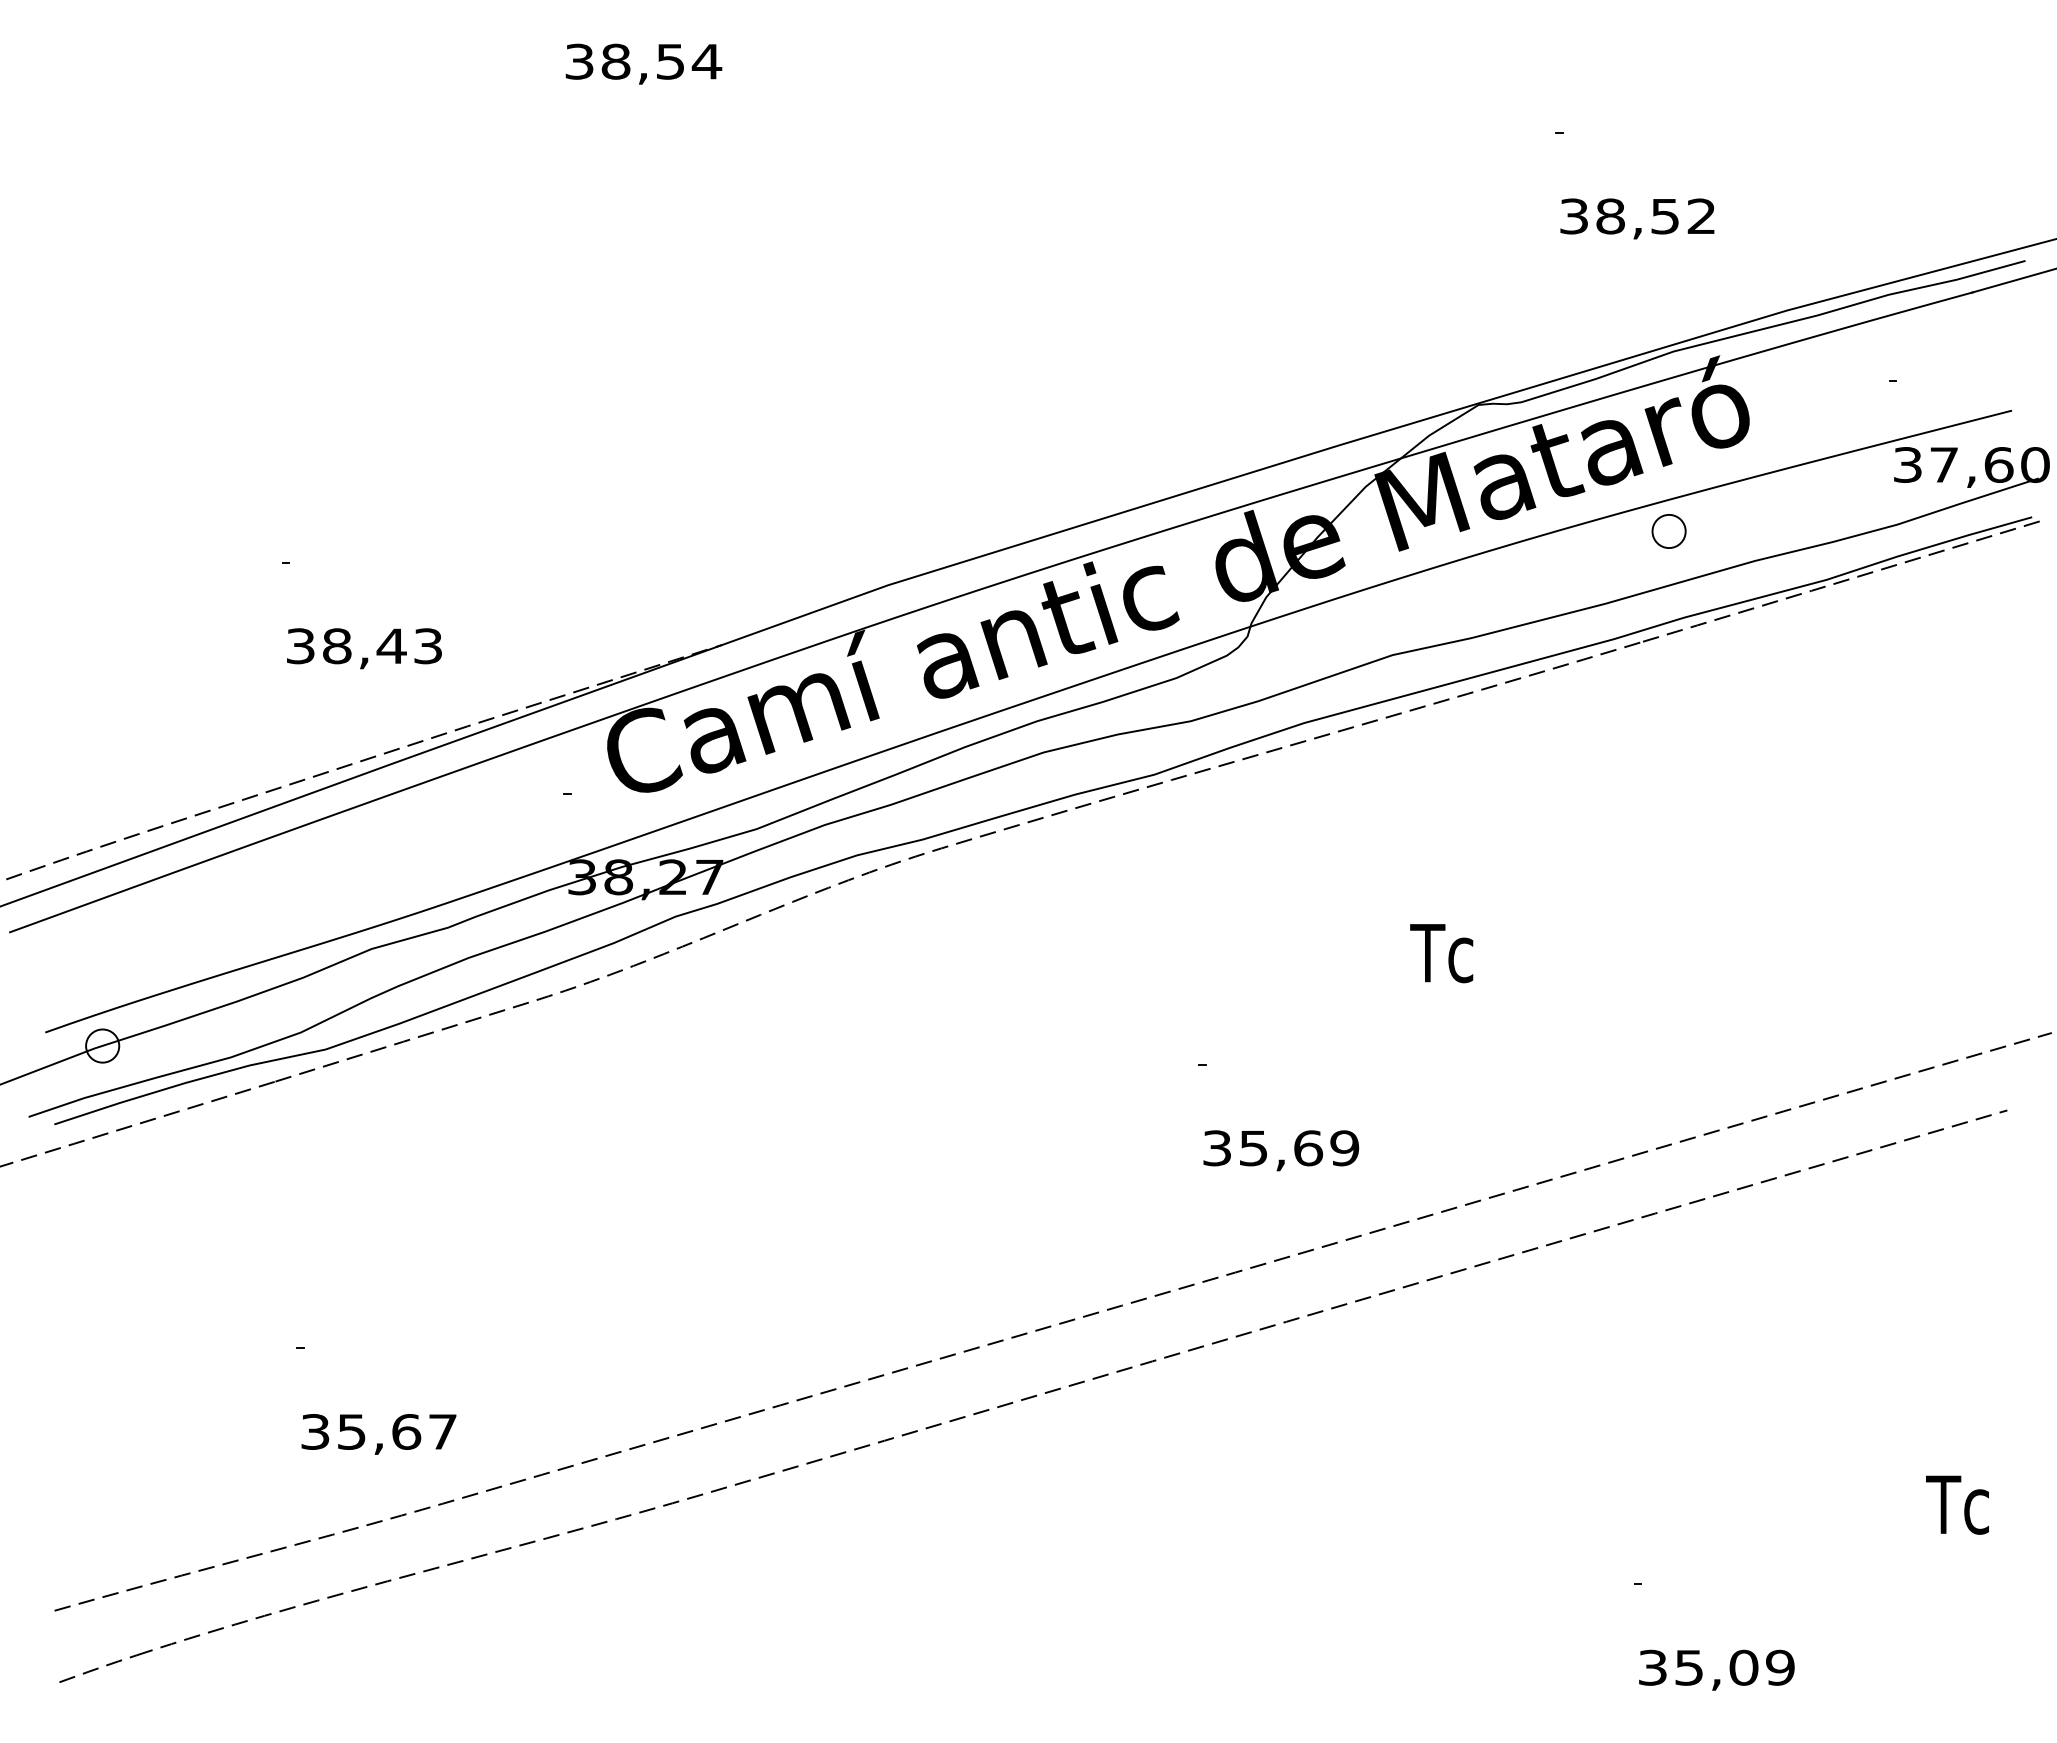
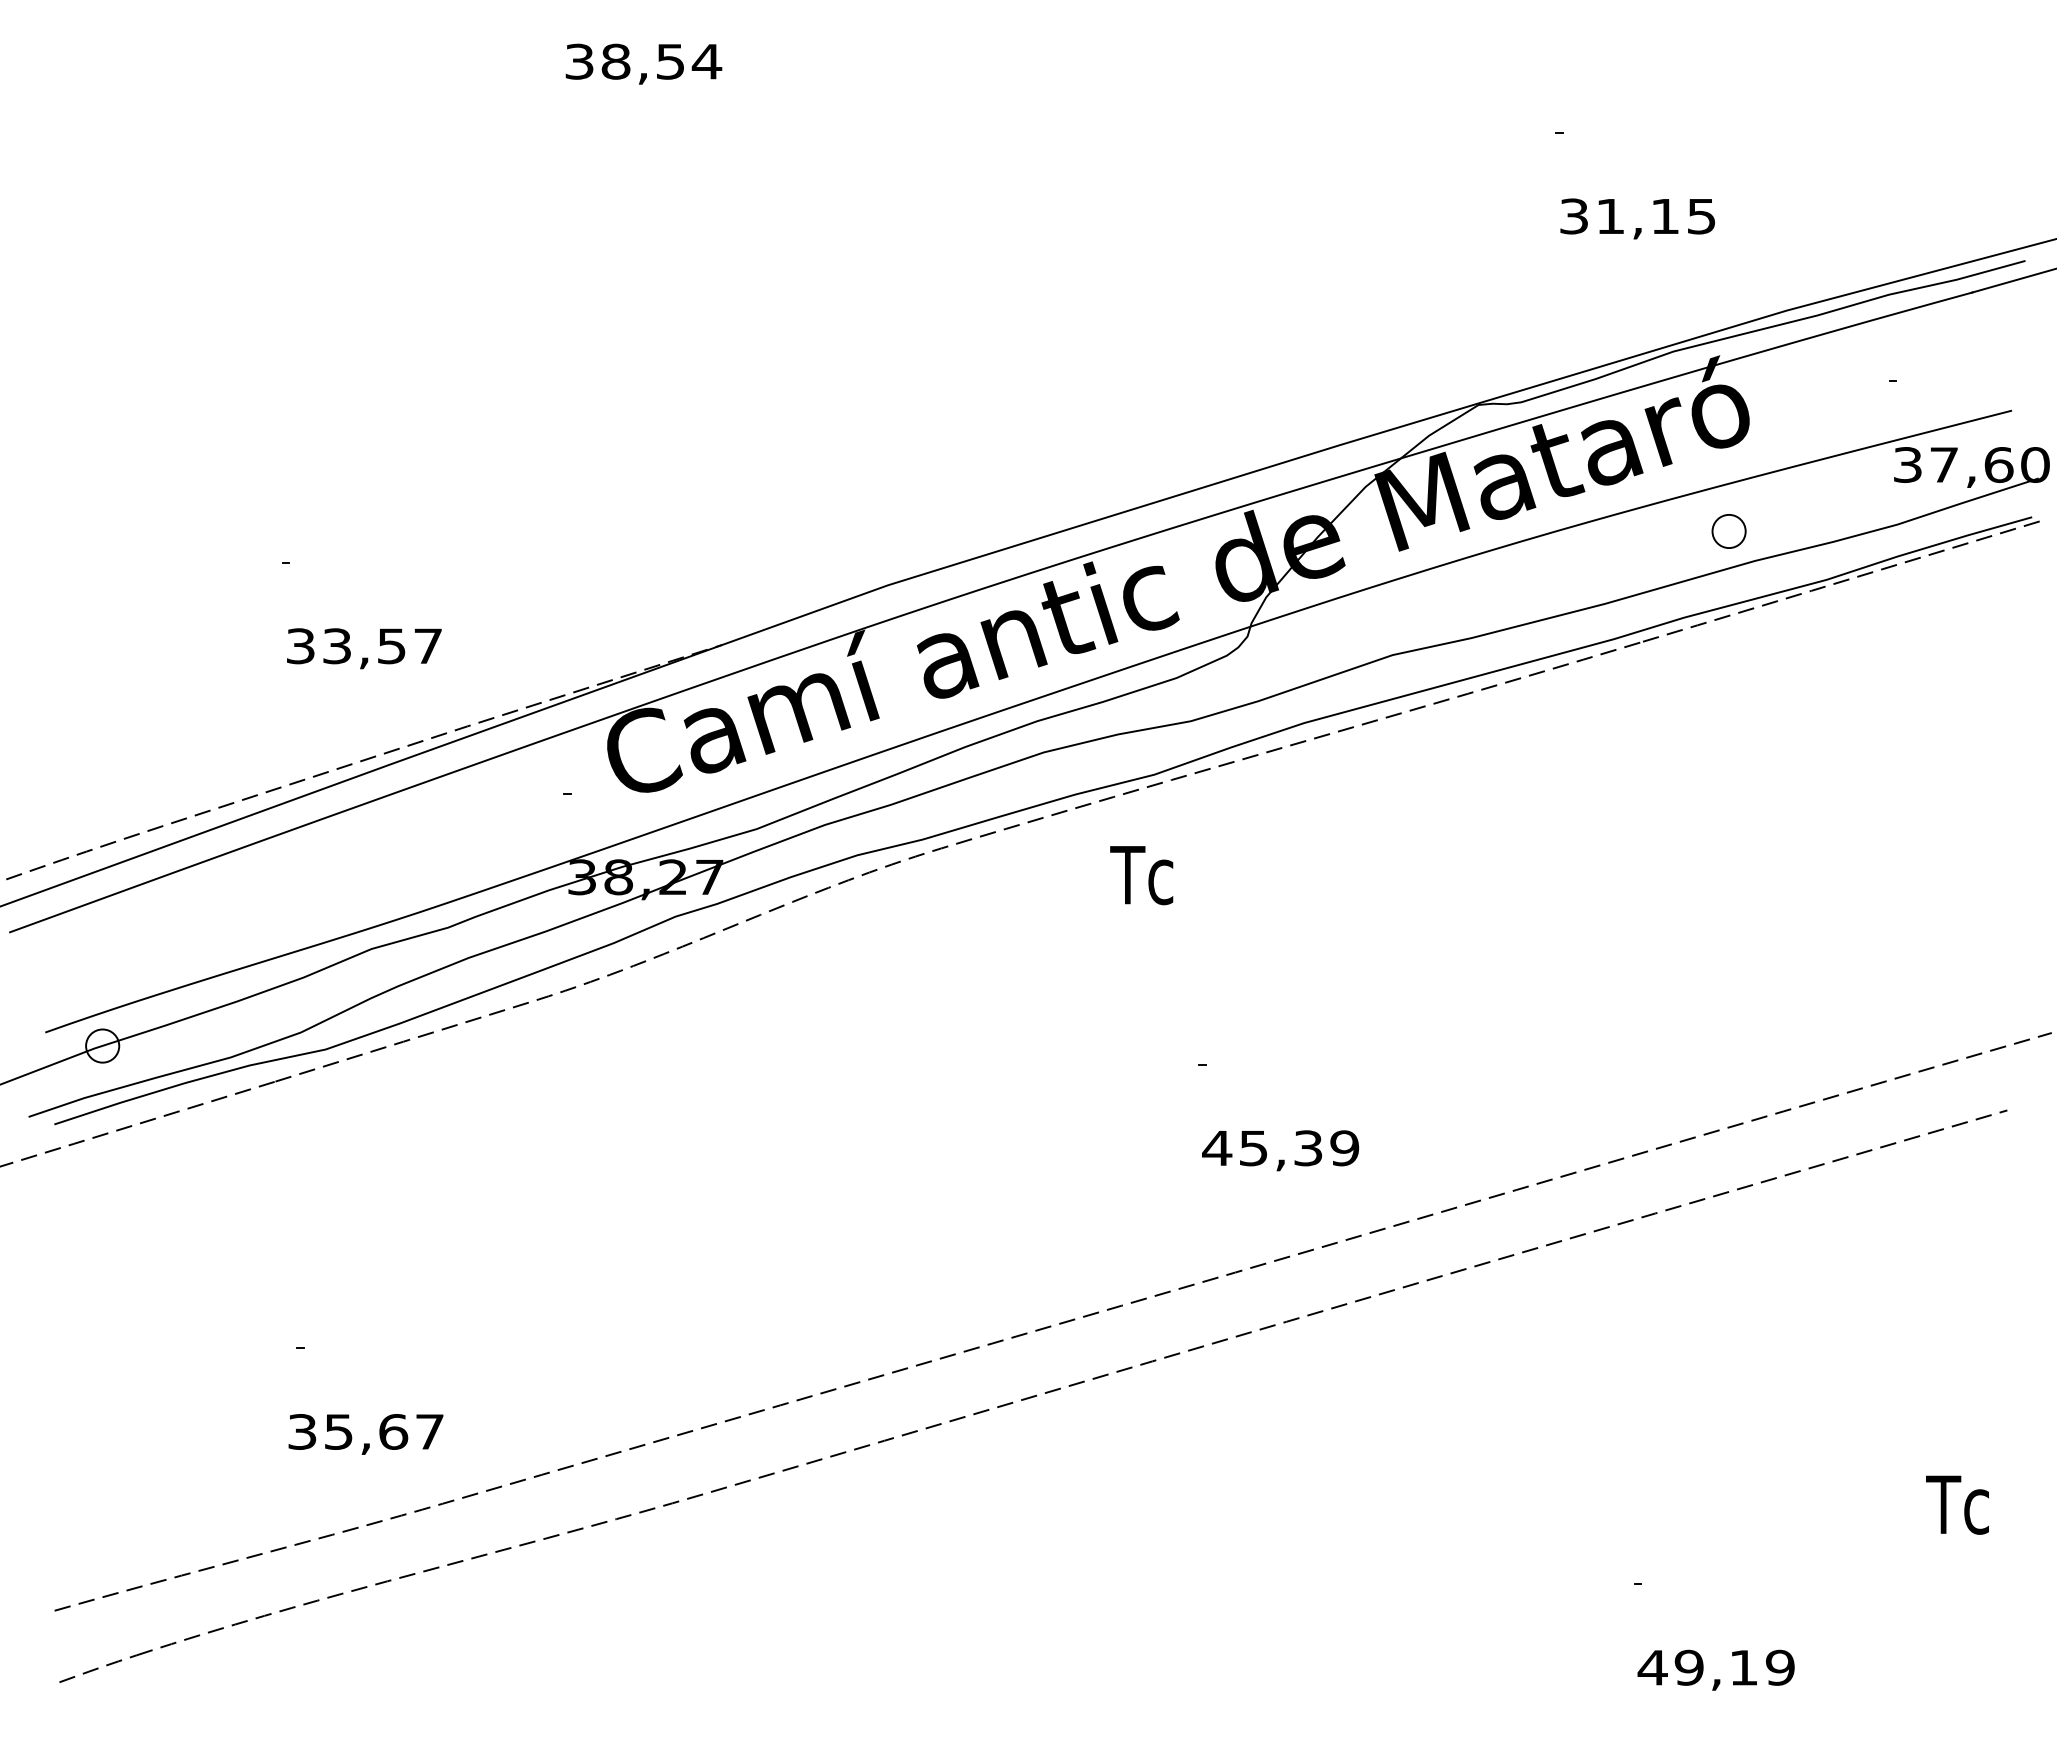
text at (1655, 216): 38,52 -> 31,15
part at (1668, 531) position: (1668, 531) -> (1728, 531)
text at (382, 646): 38,43 -> 33,57
text at (1441, 953) position: (1441, 953) -> (1141, 875)
text at (1262, 1148): 35,69 -> 45,39
text at (378, 1434) position: (378, 1434) -> (365, 1434)
text at (1697, 1667): 35,09 -> 49,19
